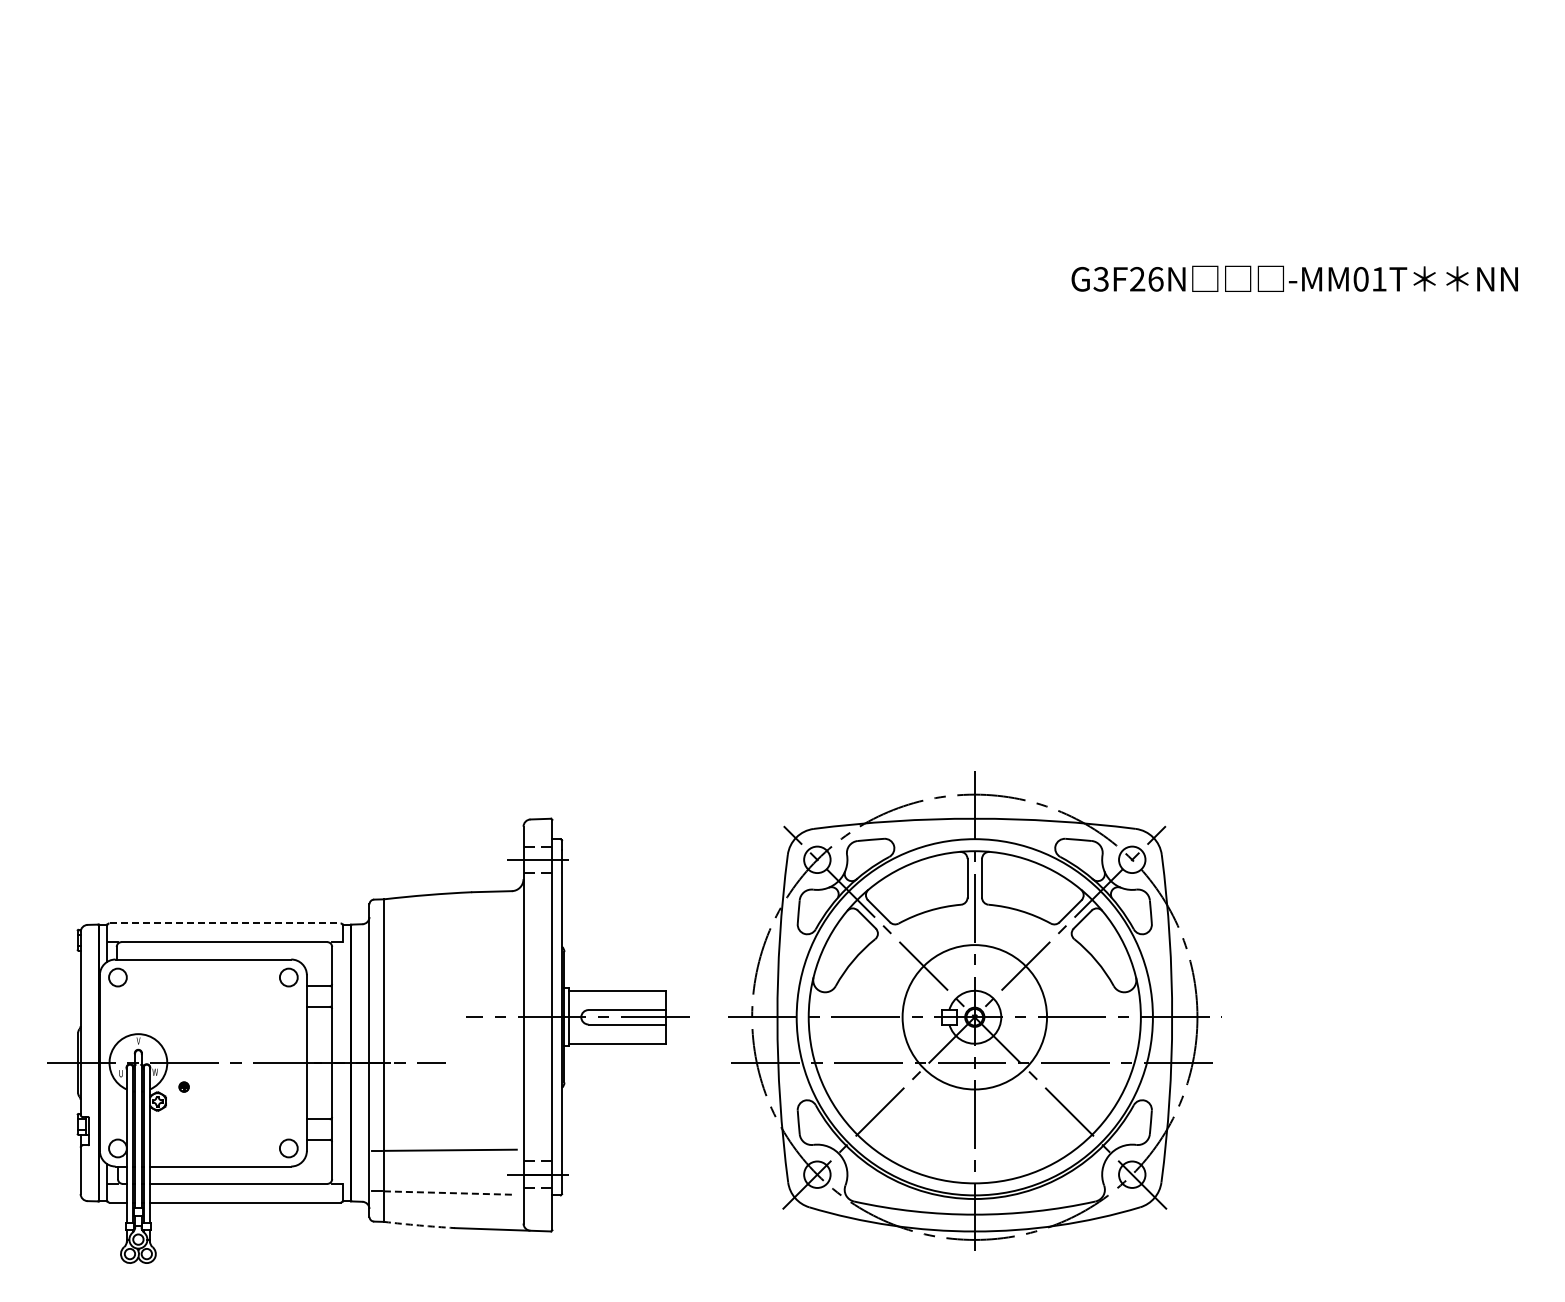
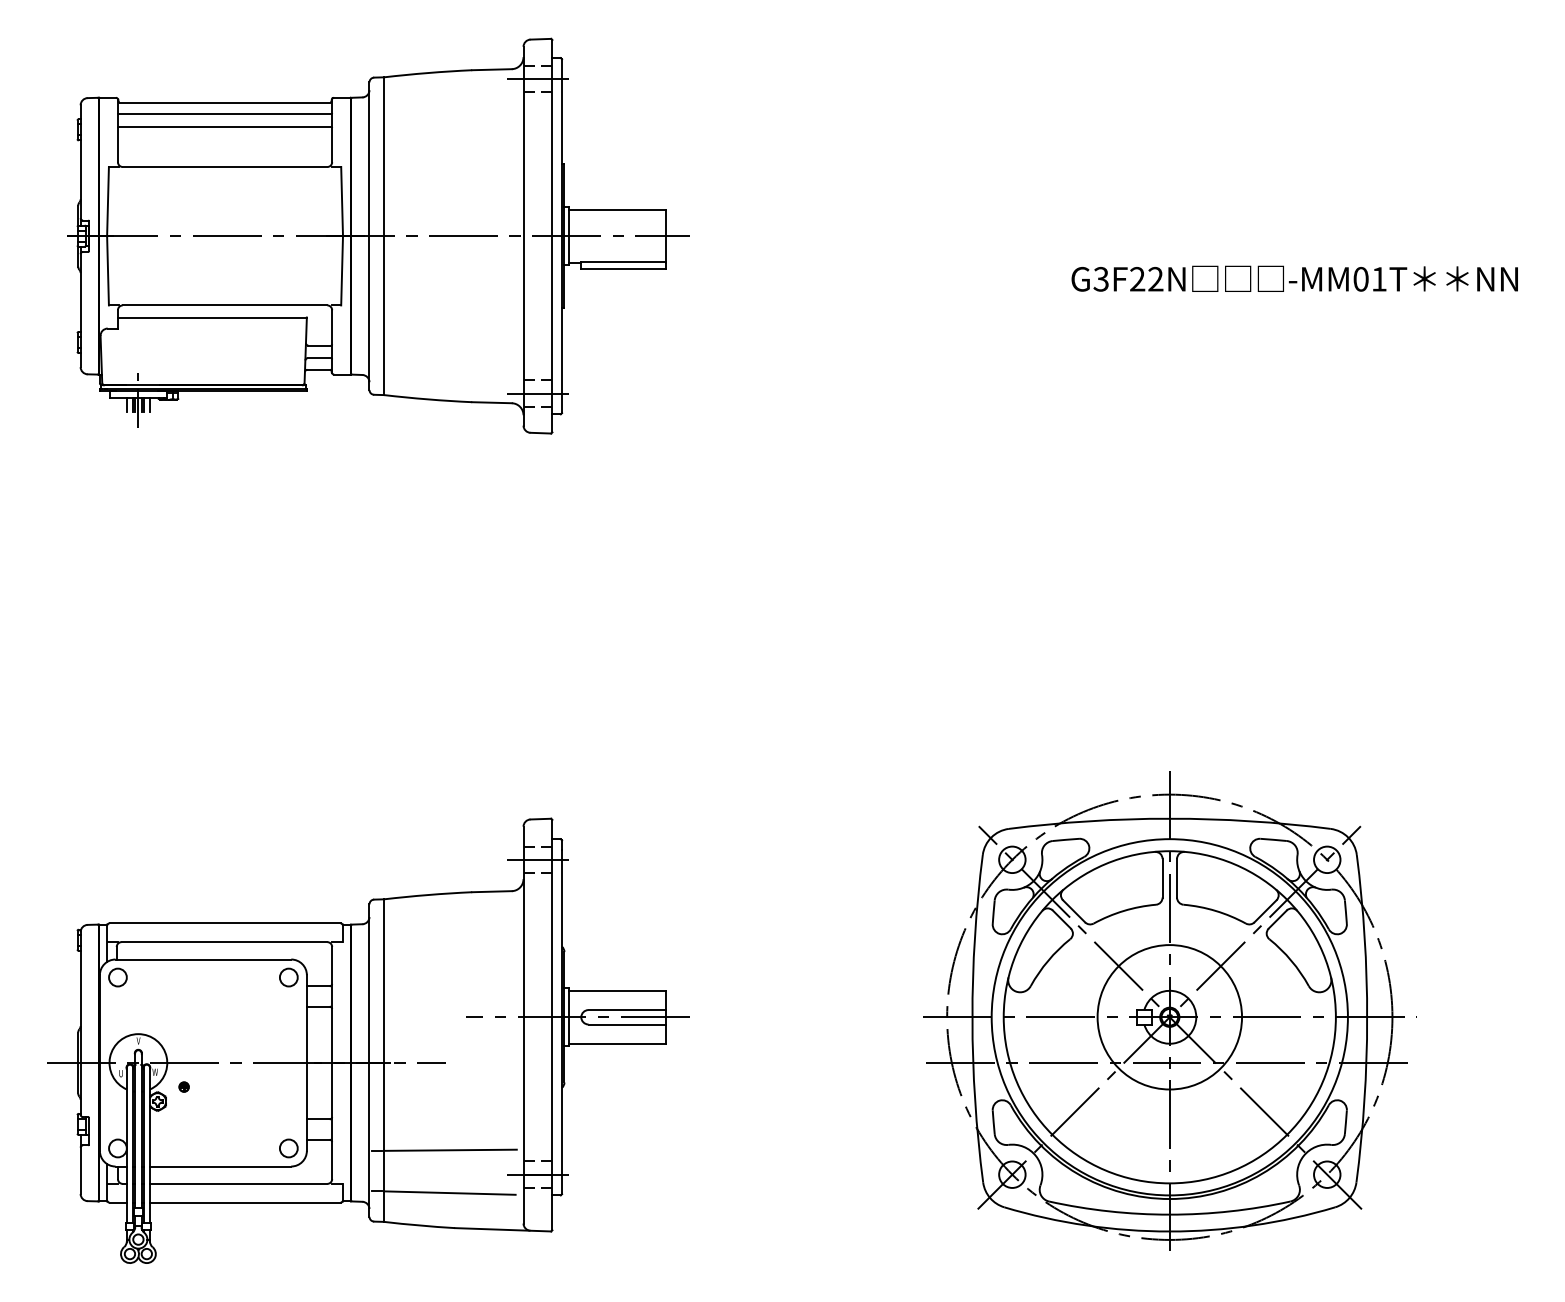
part at (378, 235): none -> present
text at (1155, 278): G3F26N -> G3F22N
line at (225, 923): dashed -> solid
part at (974, 1010) position: (974, 1010) -> (1169, 1010)
line at (449, 1193): dashed -> solid
arc at (419, 1225): dashed -> solid
